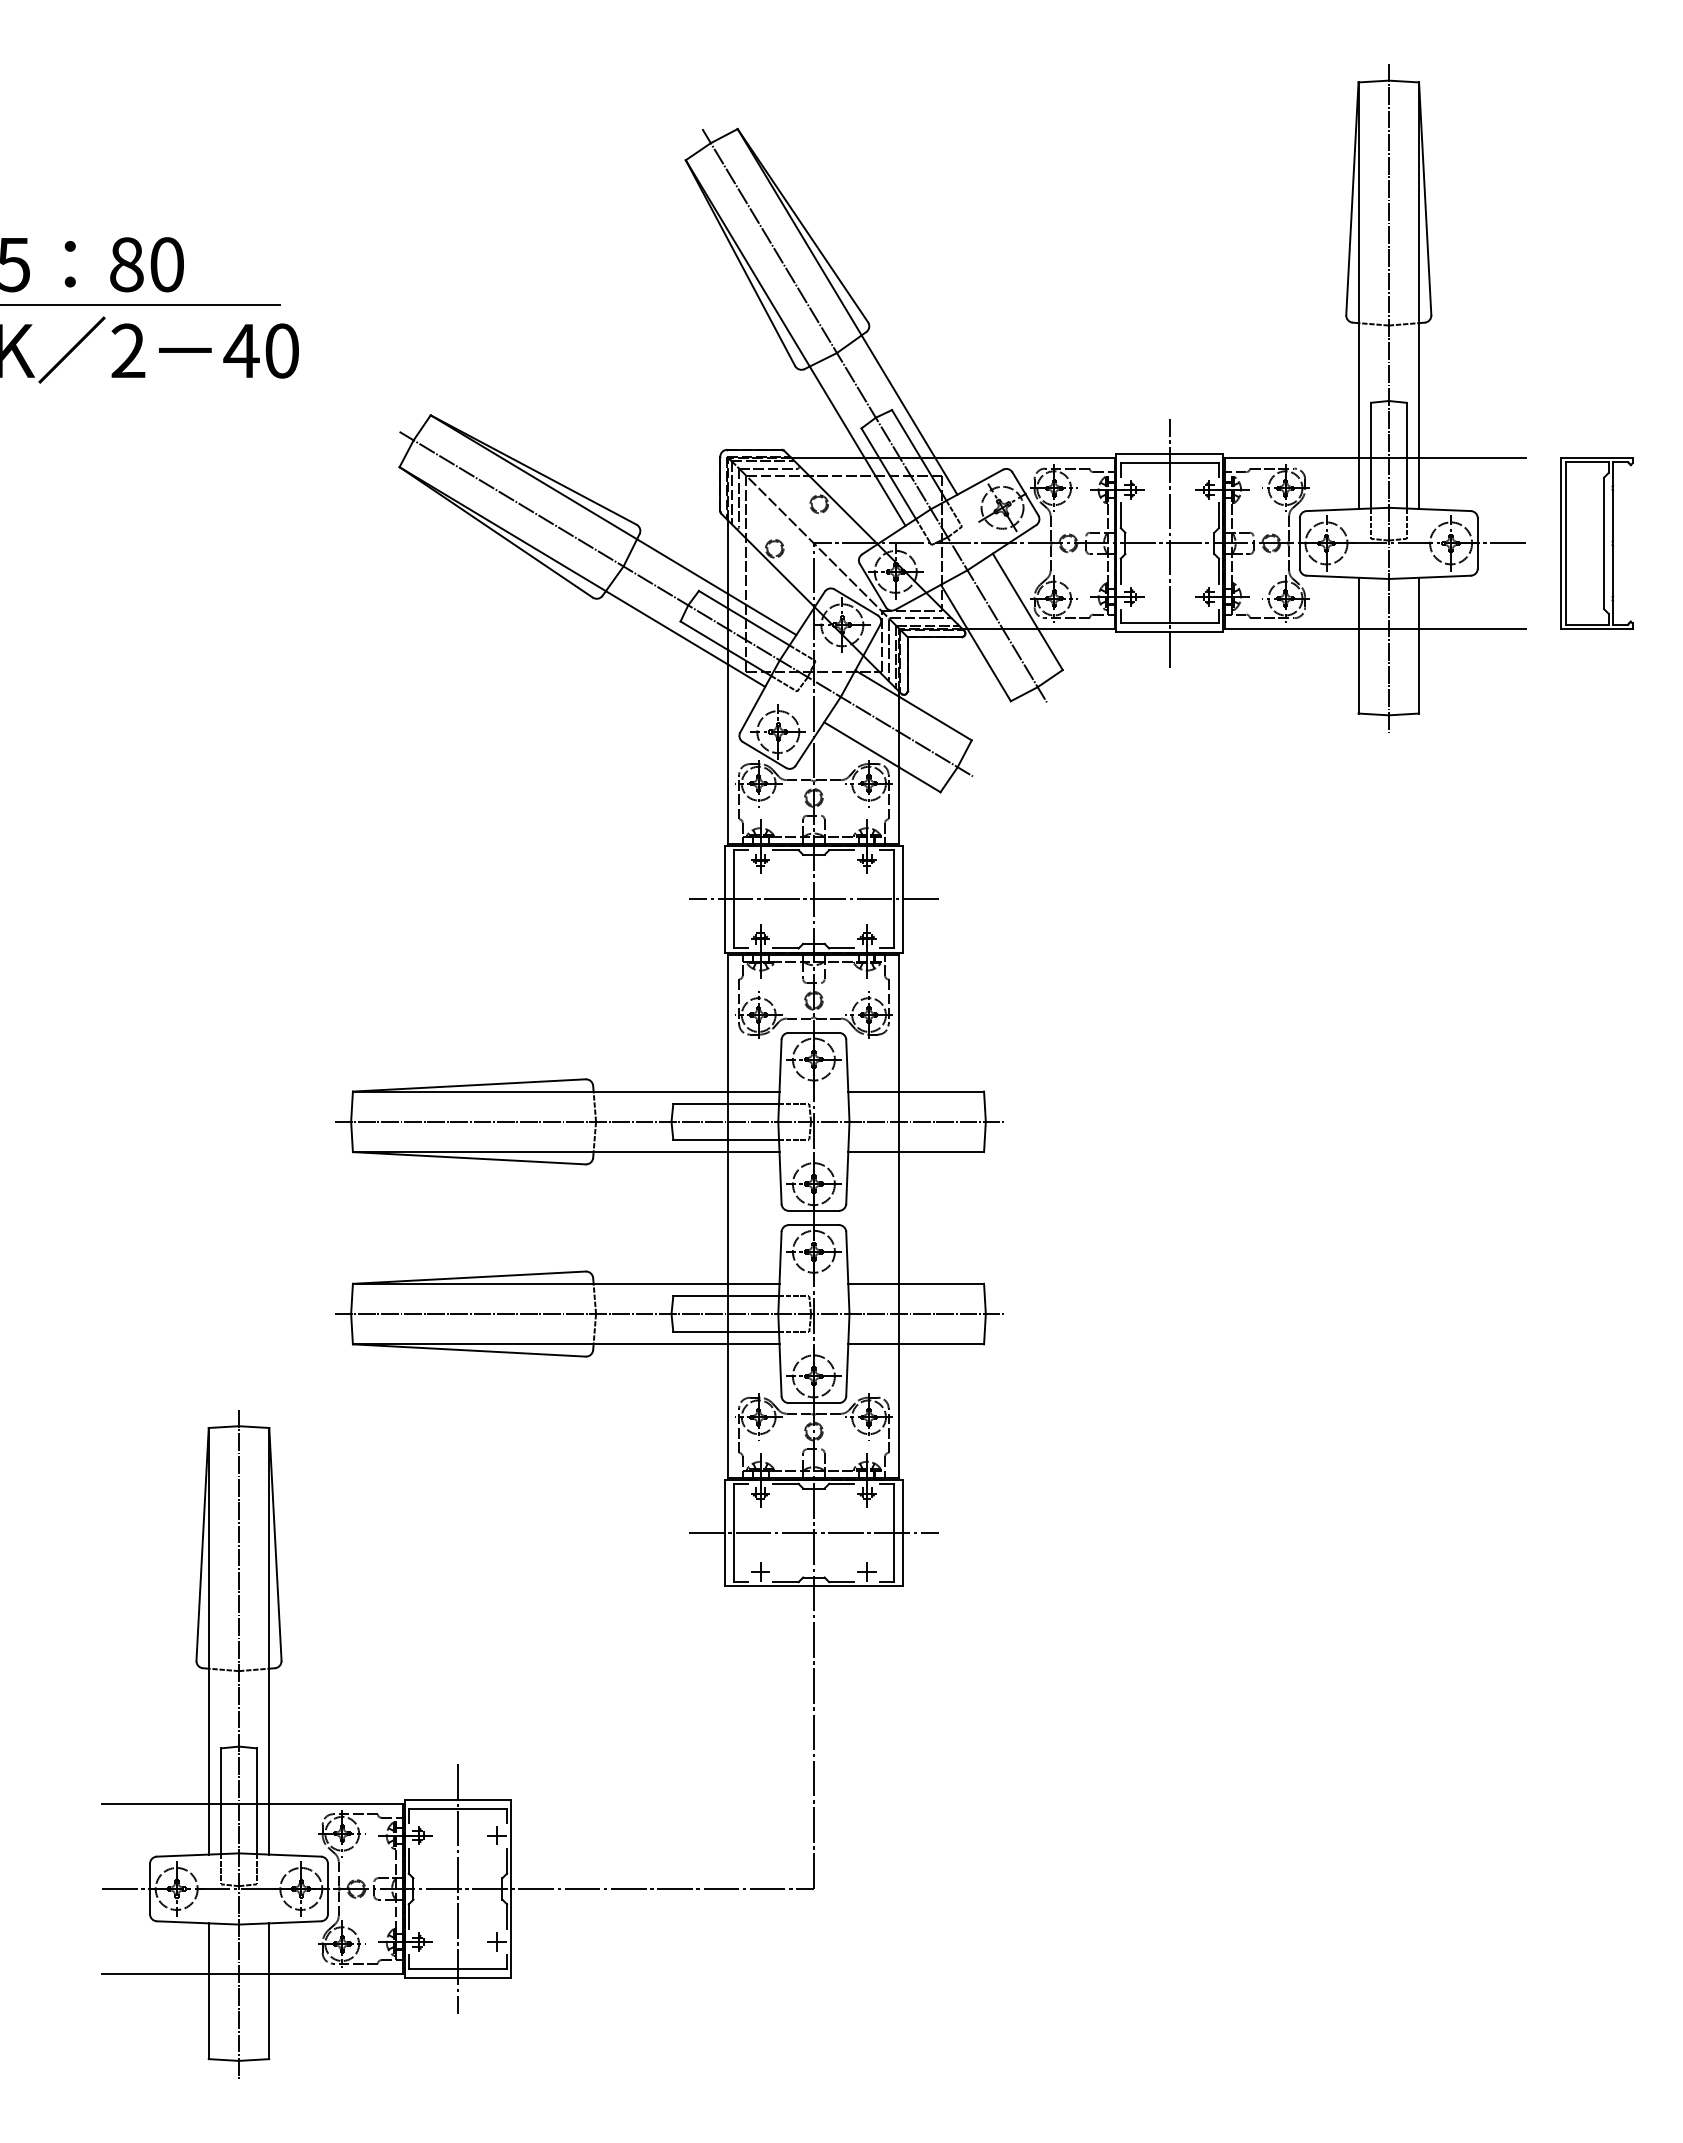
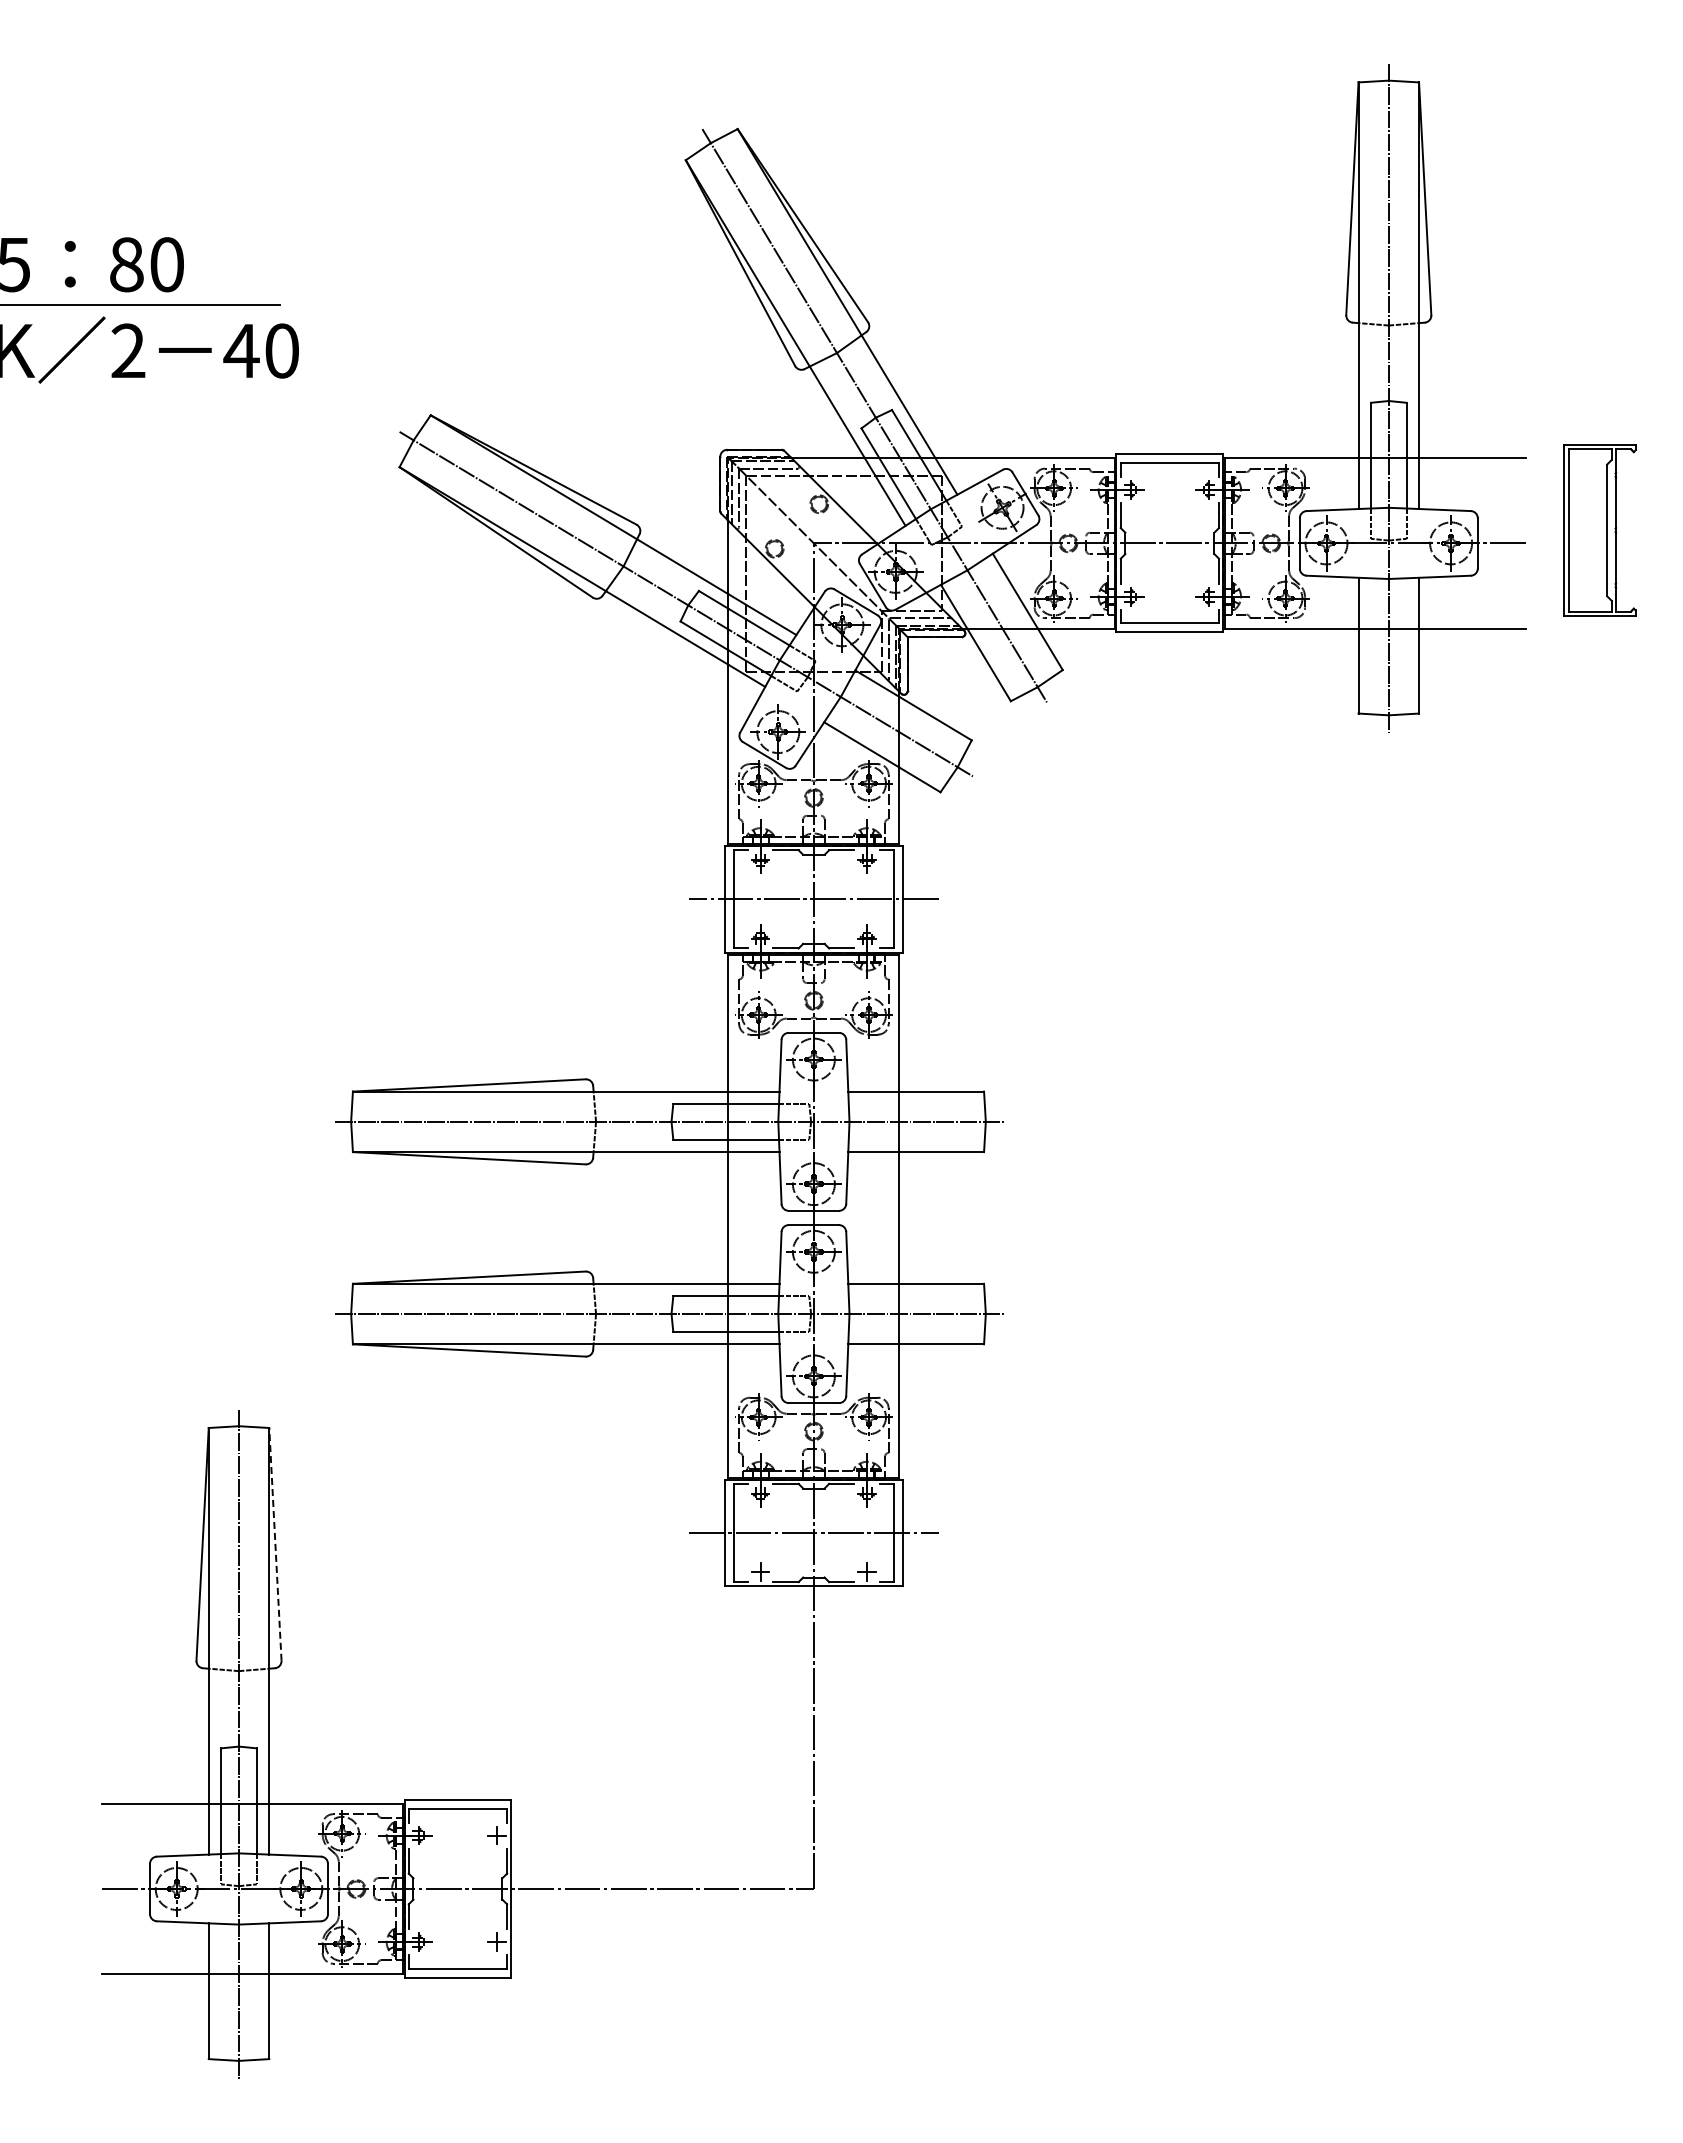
line at (1169, 542): present -> none
part at (1596, 543) position: (1596, 543) -> (1599, 530)
line at (275, 1544): solid -> dashed
line at (457, 1888): present -> none
